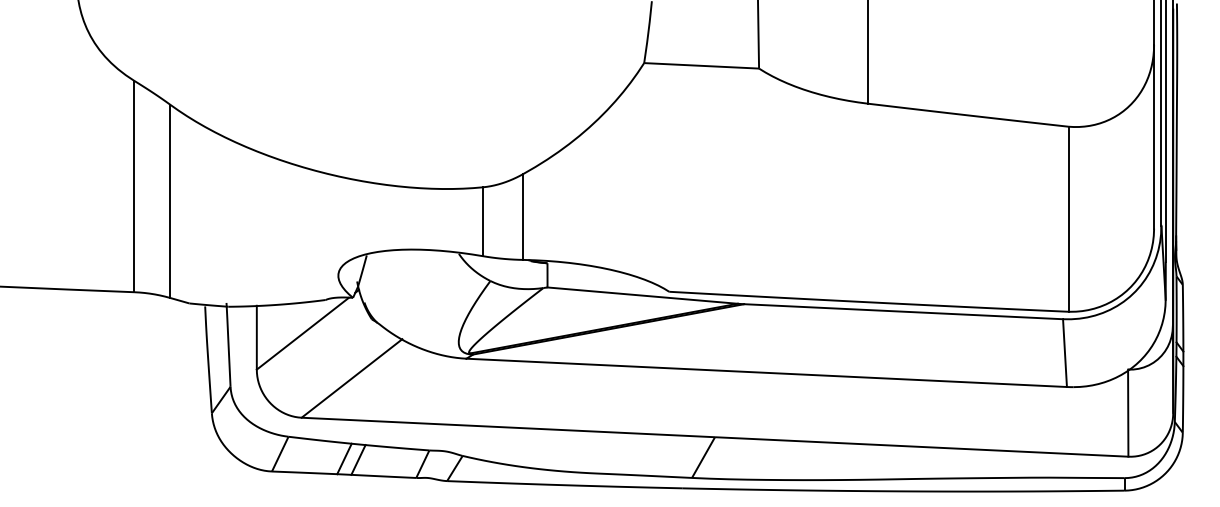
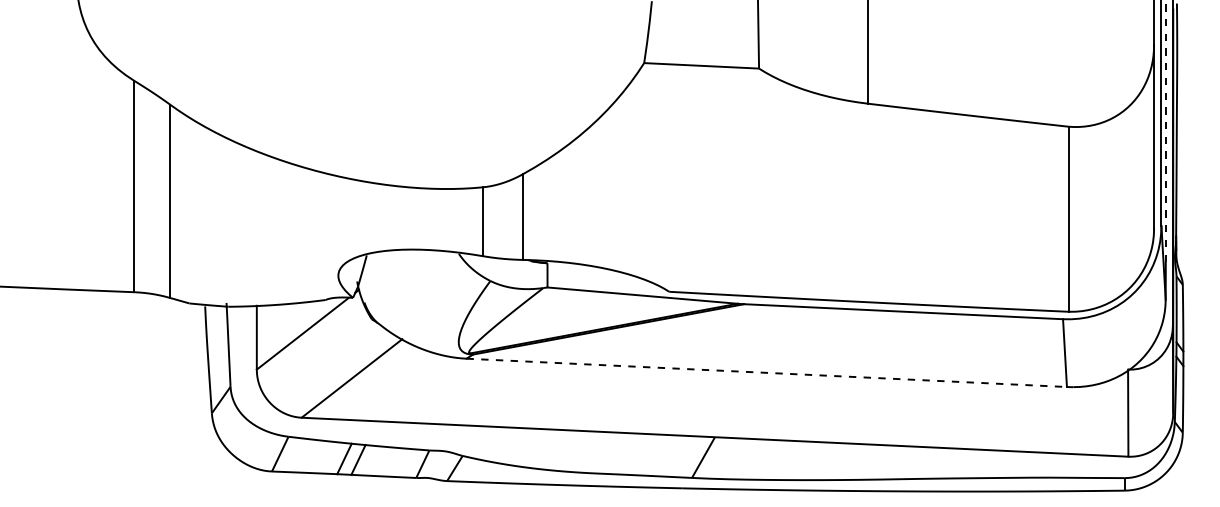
line at (1165, 131): solid -> dashed
line at (766, 372): solid -> dashed
